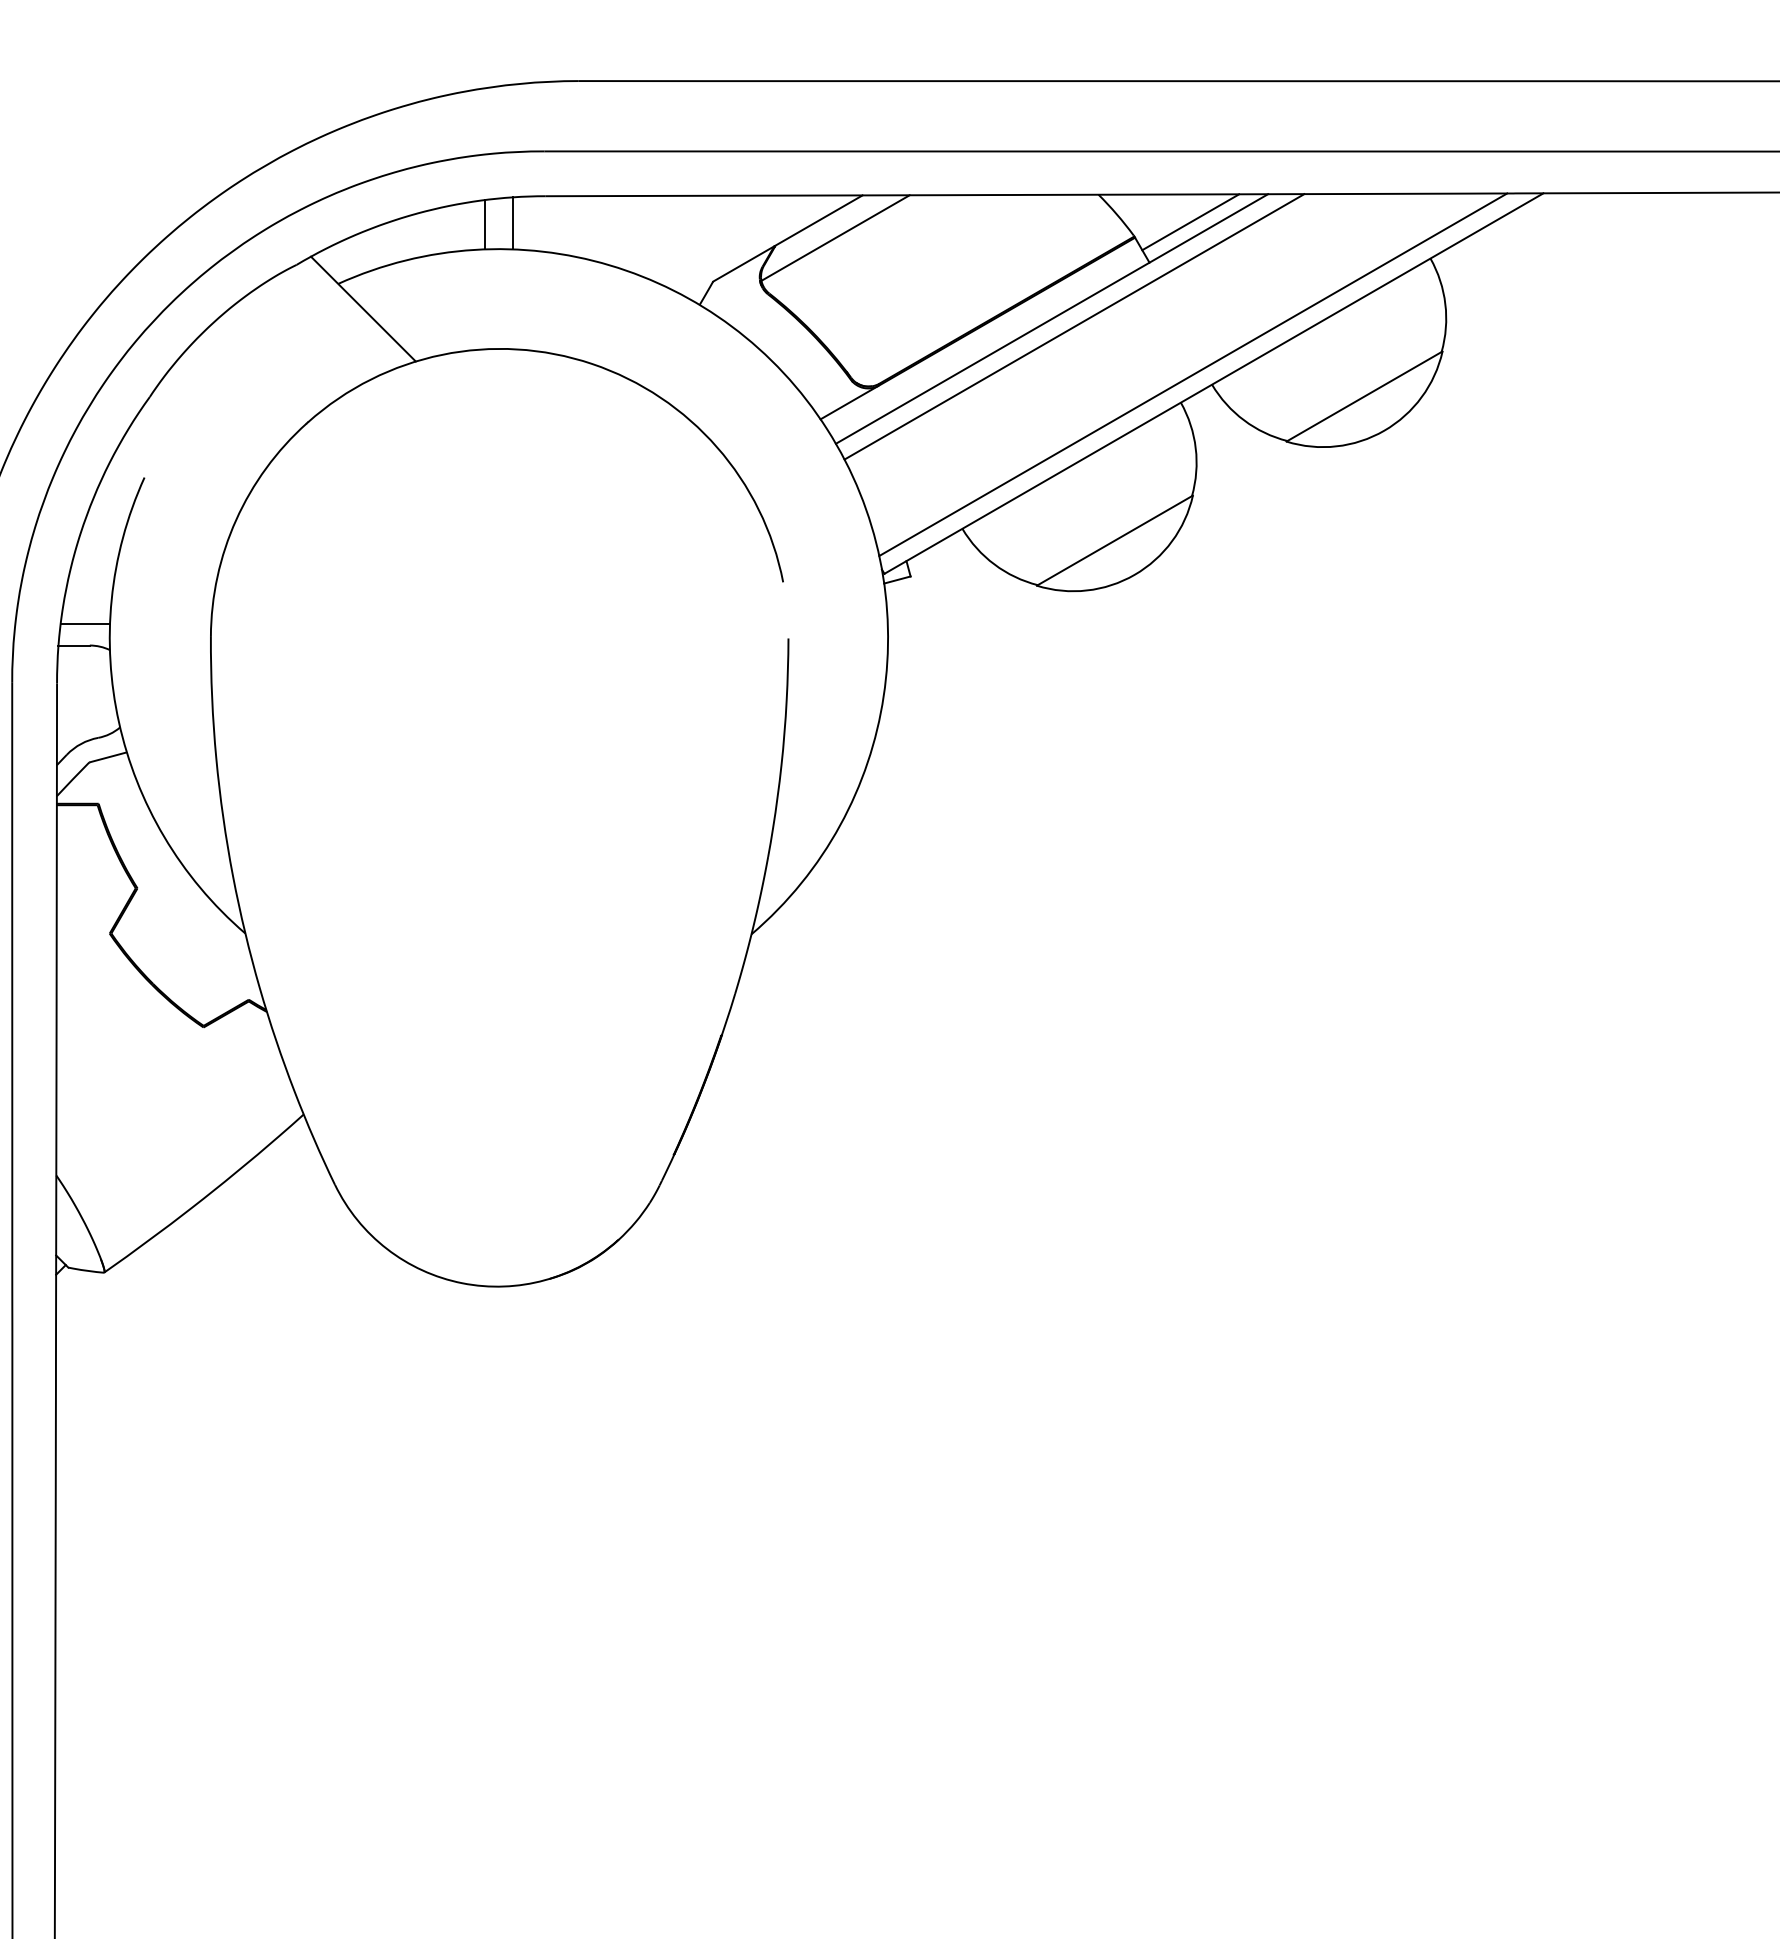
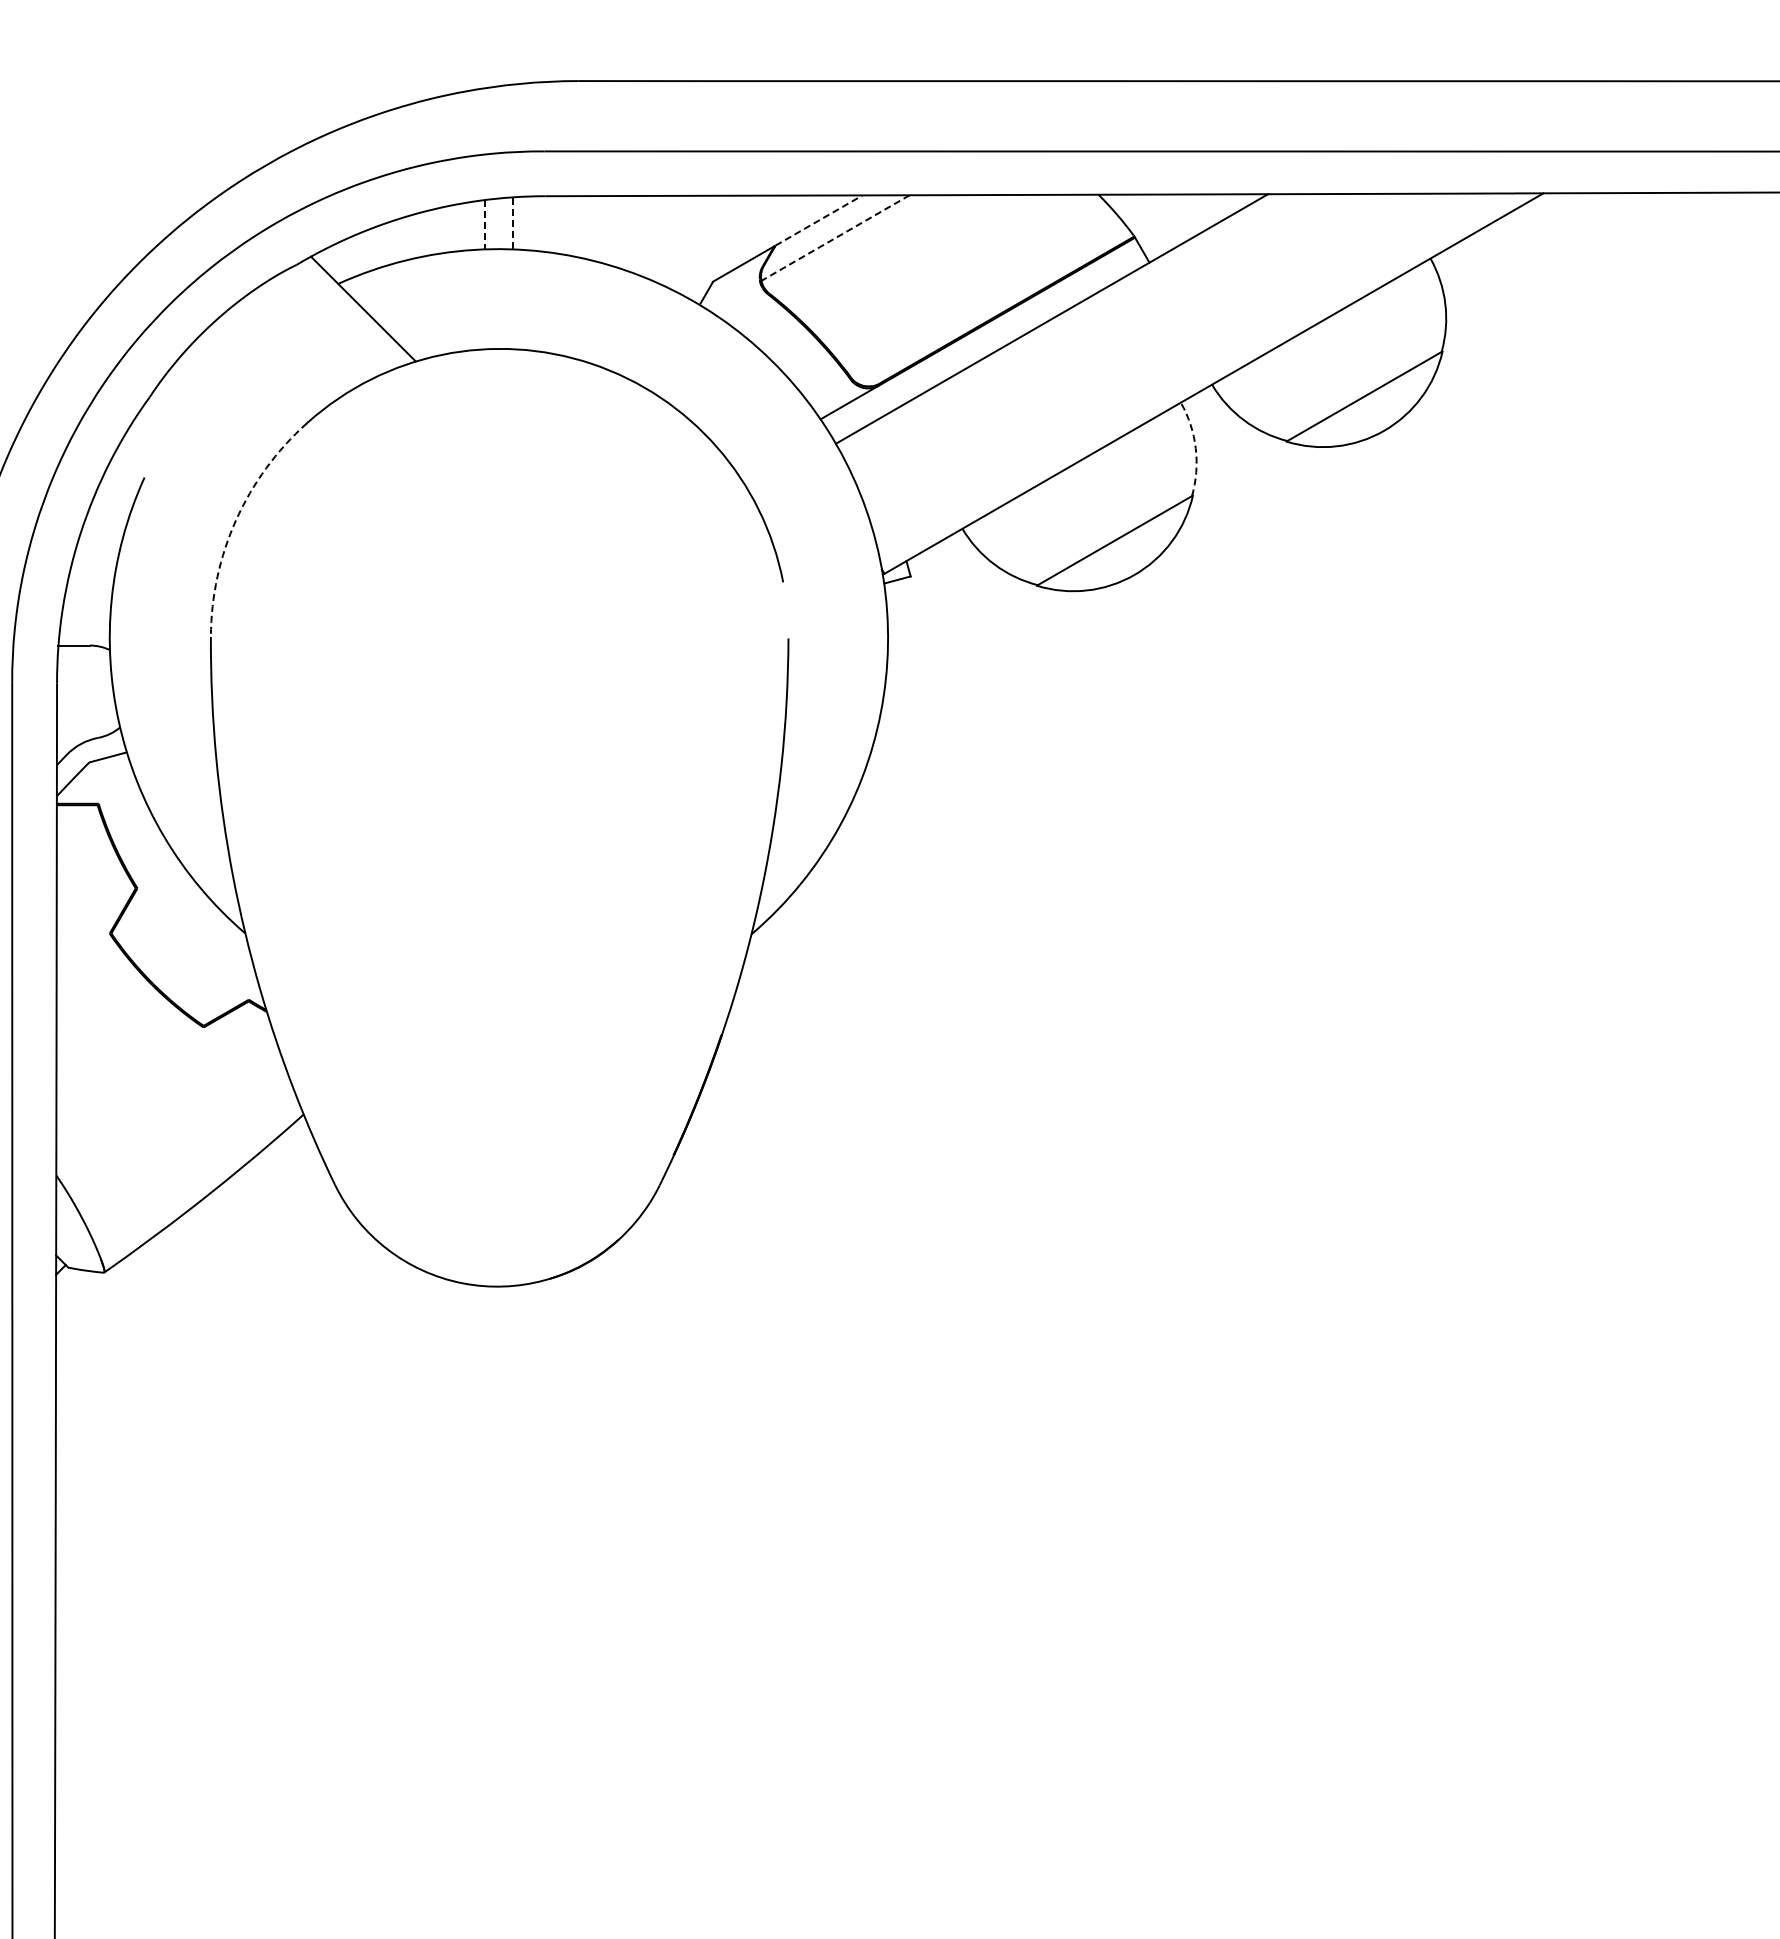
line at (819, 220): solid -> dashed
line at (513, 222): solid -> dashed
line at (1190, 222): present -> none
line at (484, 224): solid -> dashed
line at (835, 238): solid -> dashed
line at (1074, 326): present -> none
line at (1193, 374): present -> none
arc at (1195, 448): solid -> dashed
arc at (236, 519): solid -> dashed
line at (85, 623): present -> none
